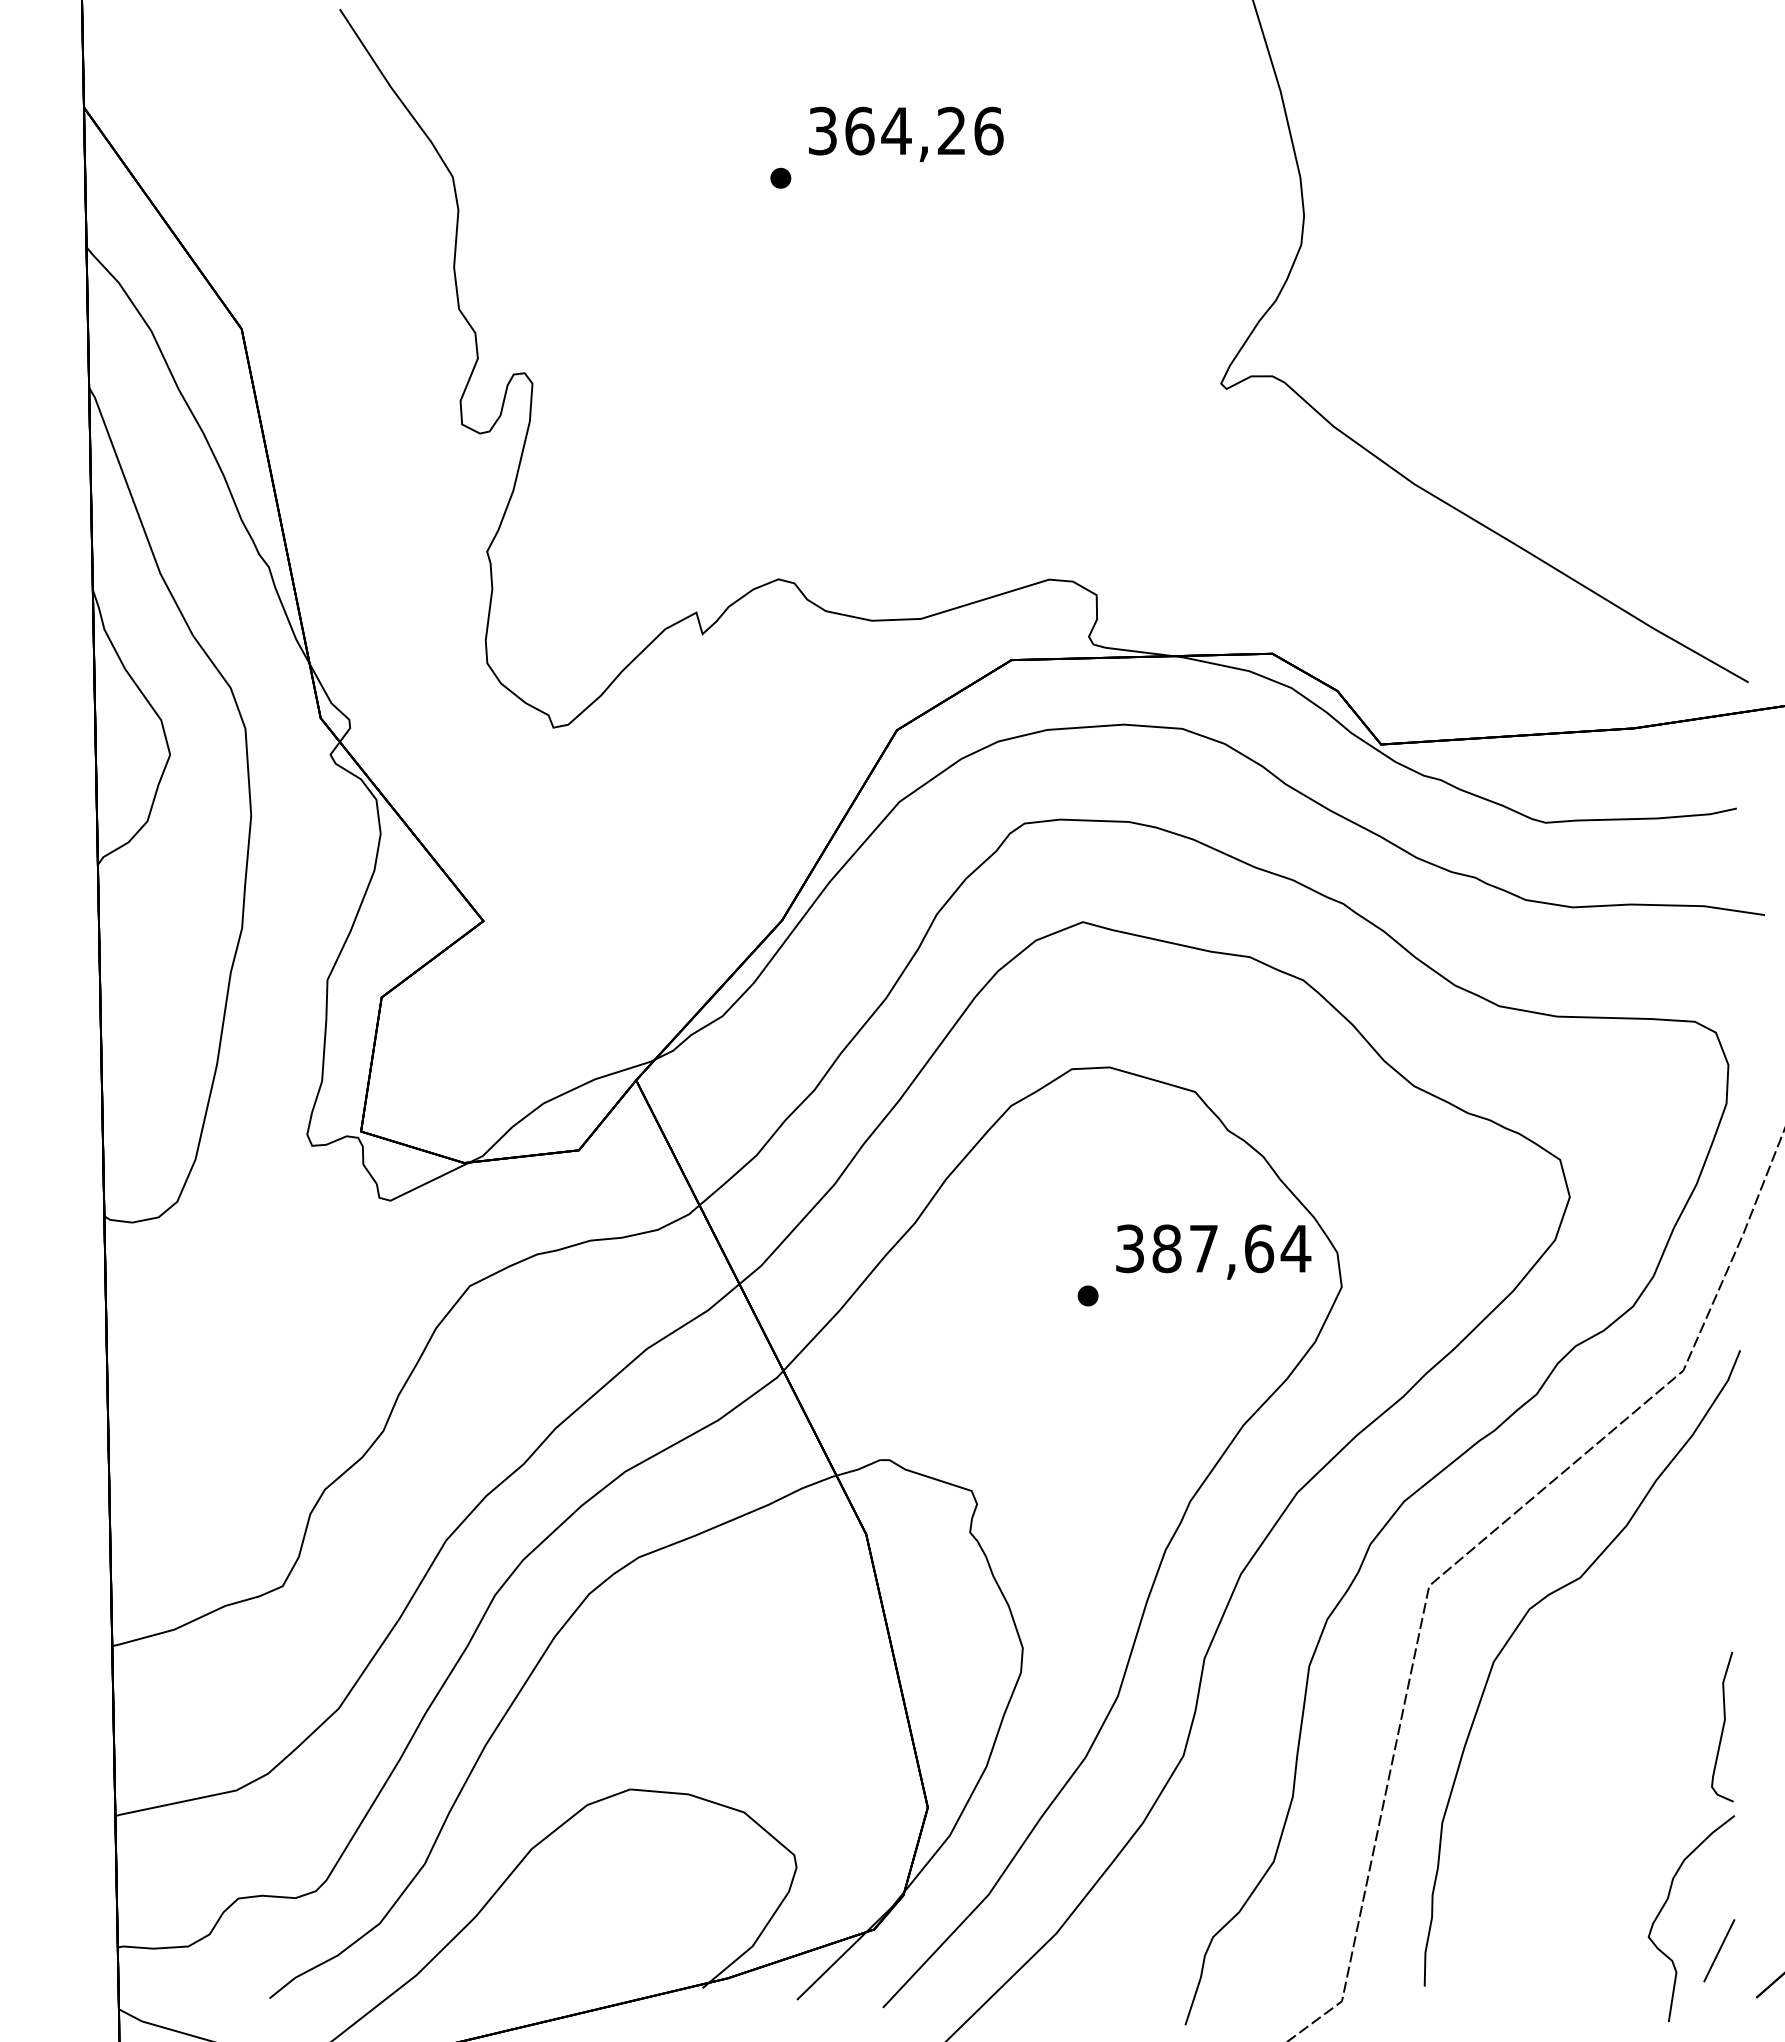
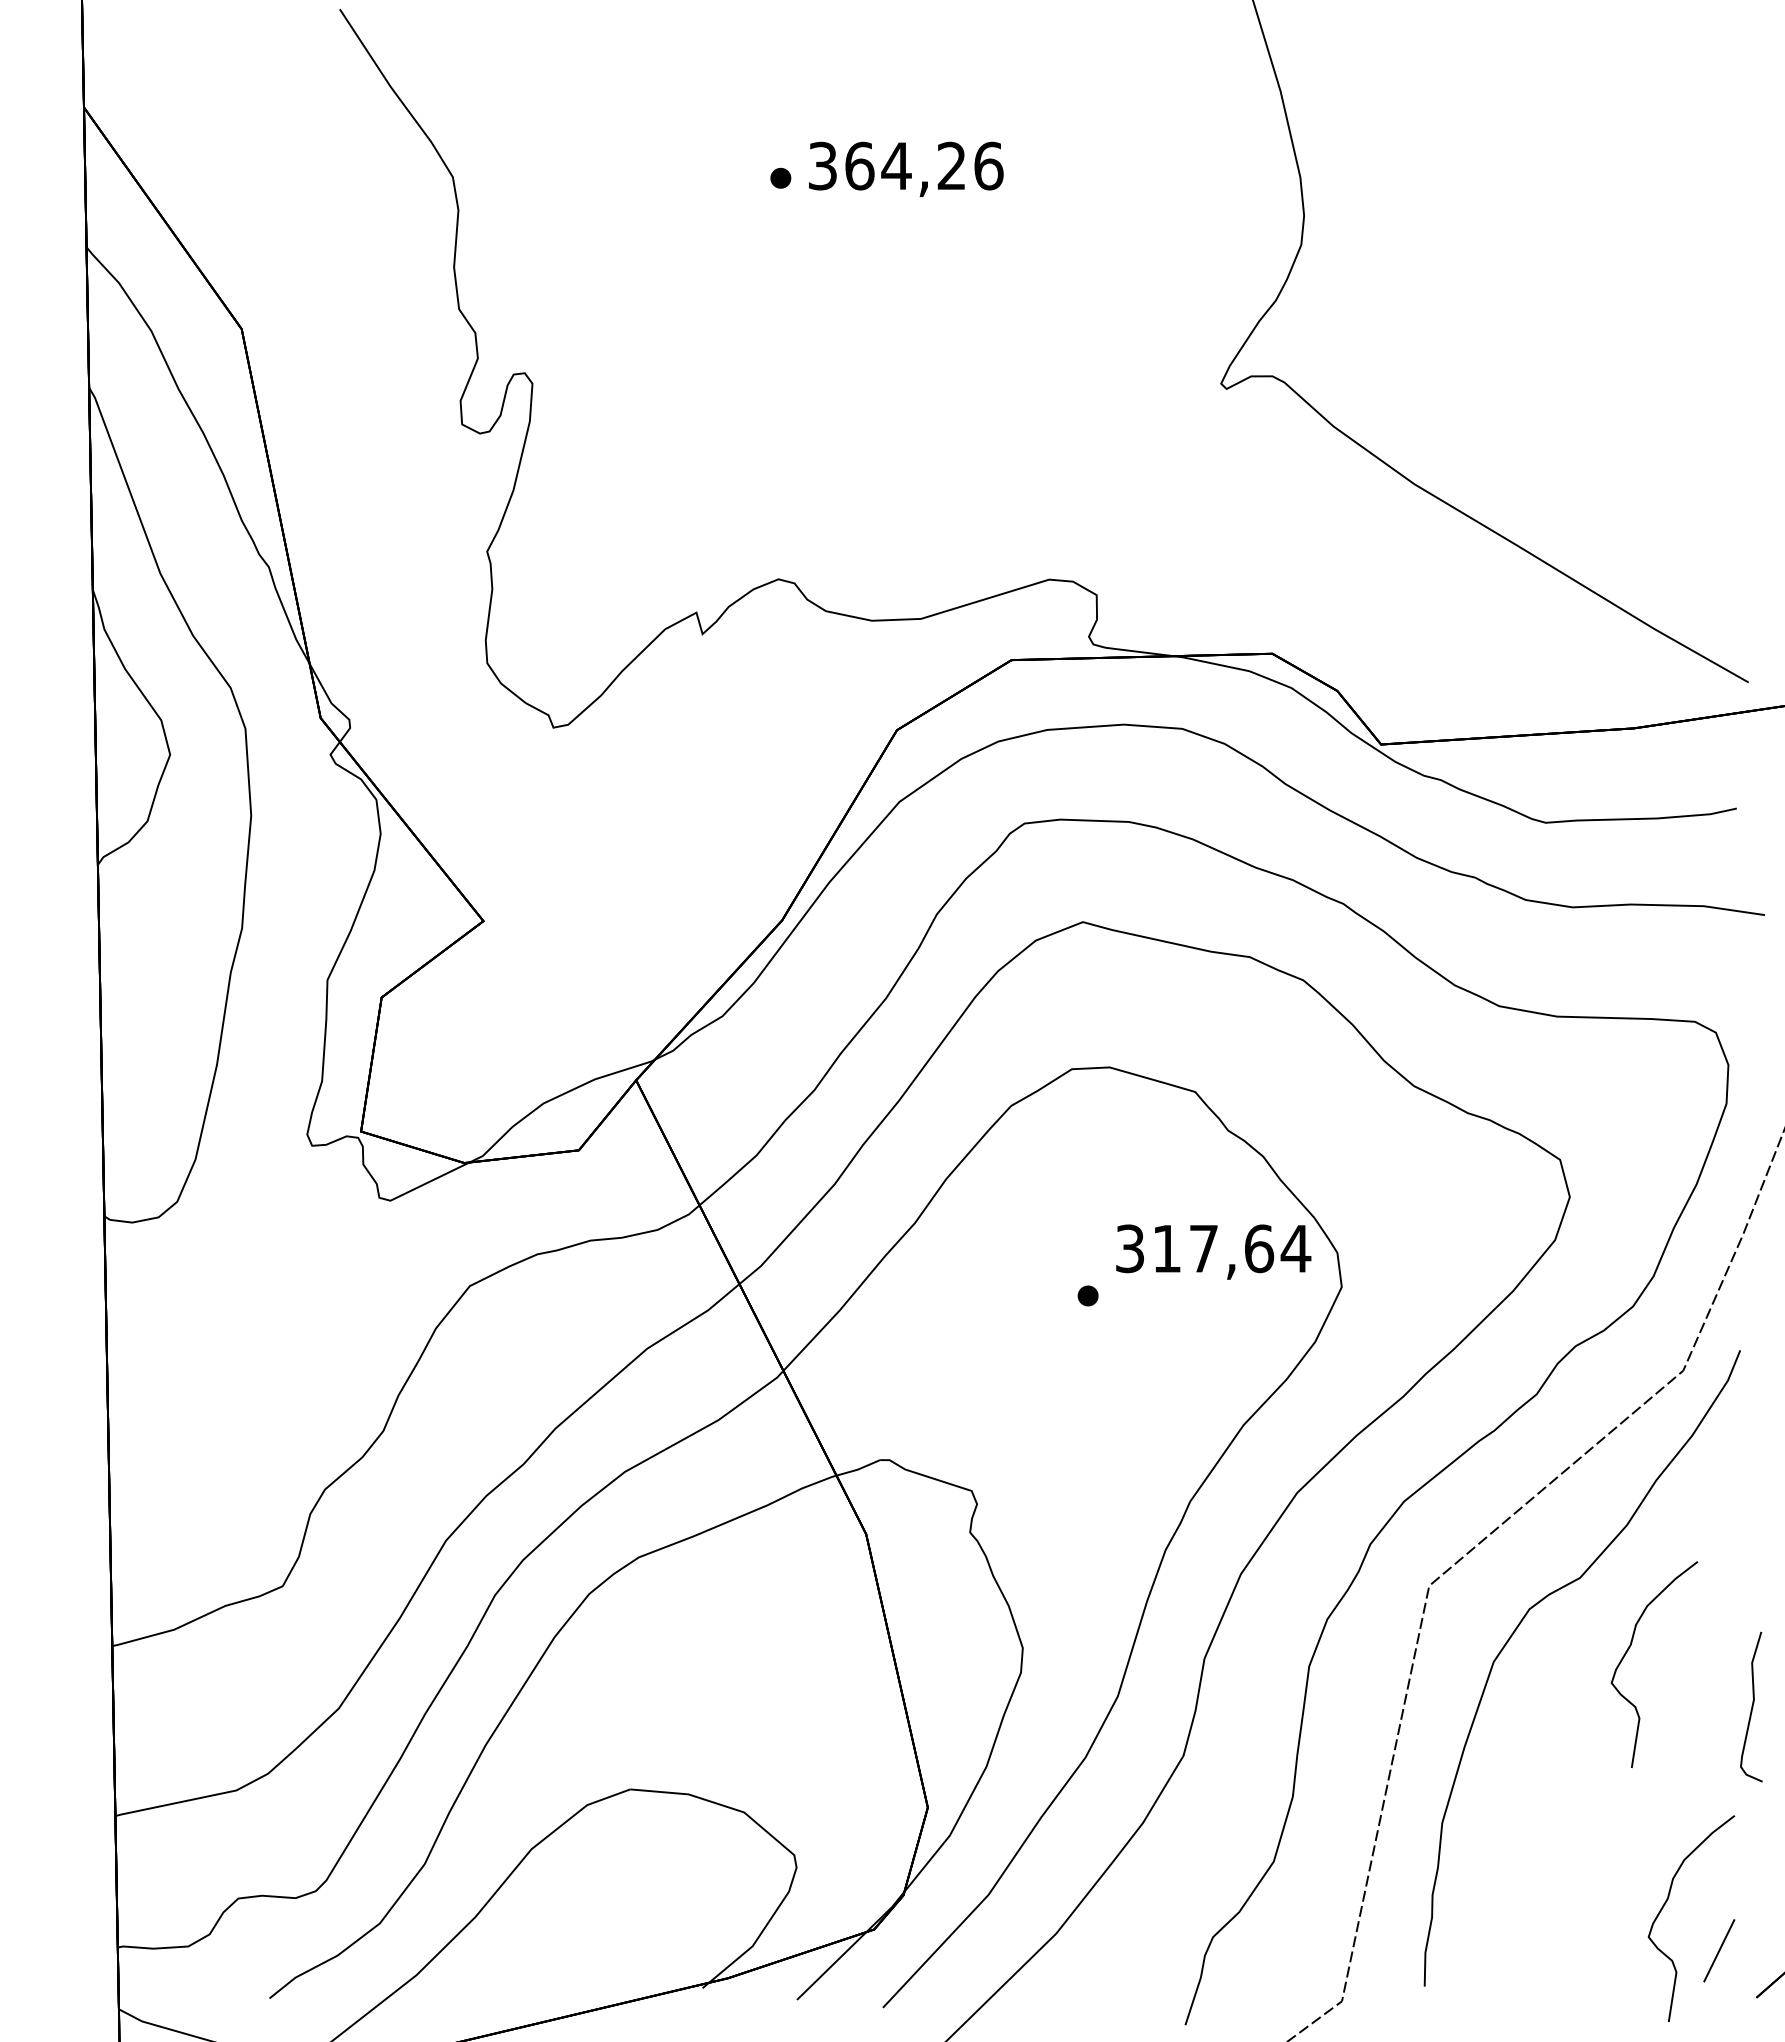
text at (906, 133) position: (906, 133) -> (906, 168)
text at (1166, 1248): 387,64 -> 317,64
curve at (1629, 1649): none -> present
curve at (1722, 1726) position: (1722, 1726) -> (1751, 1706)
